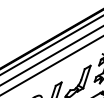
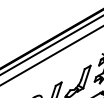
line at (51, 65): present -> none
